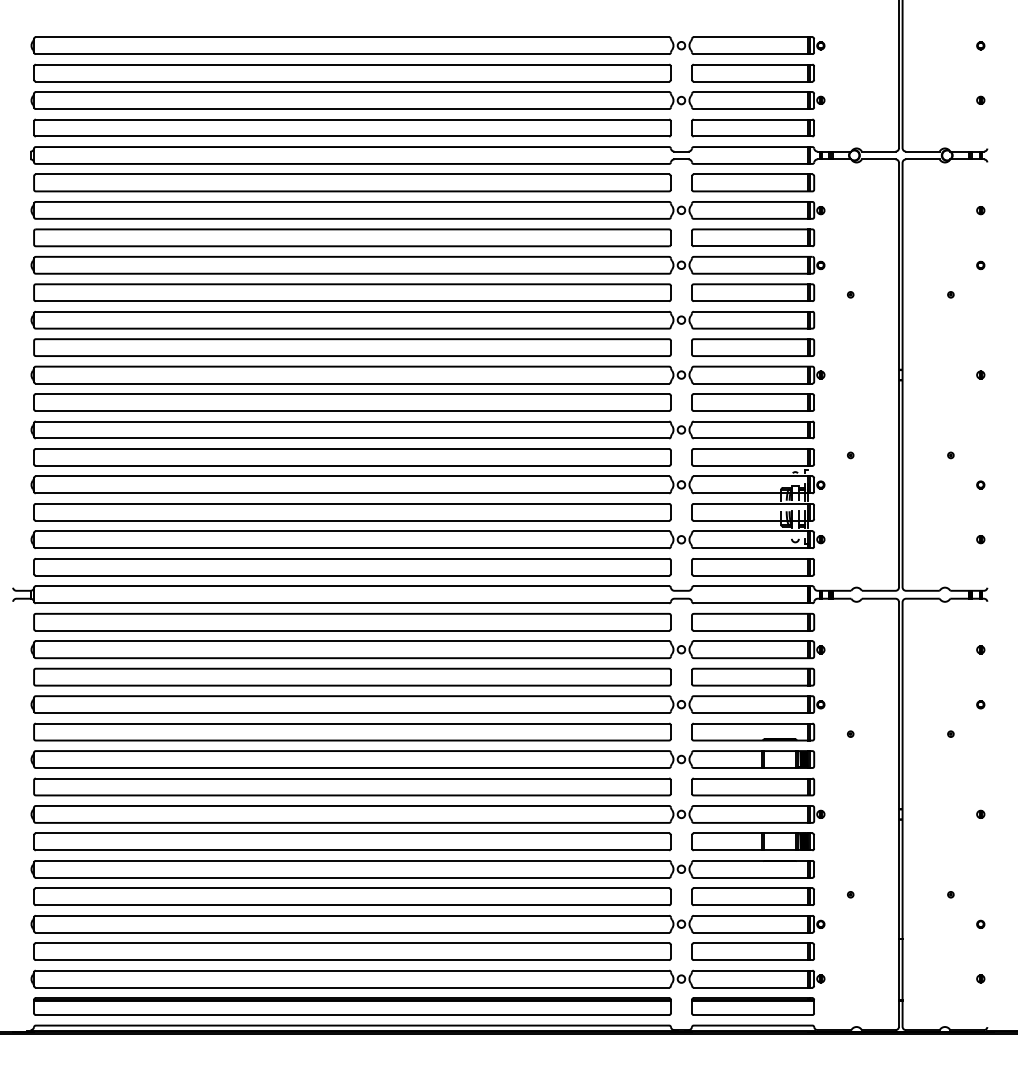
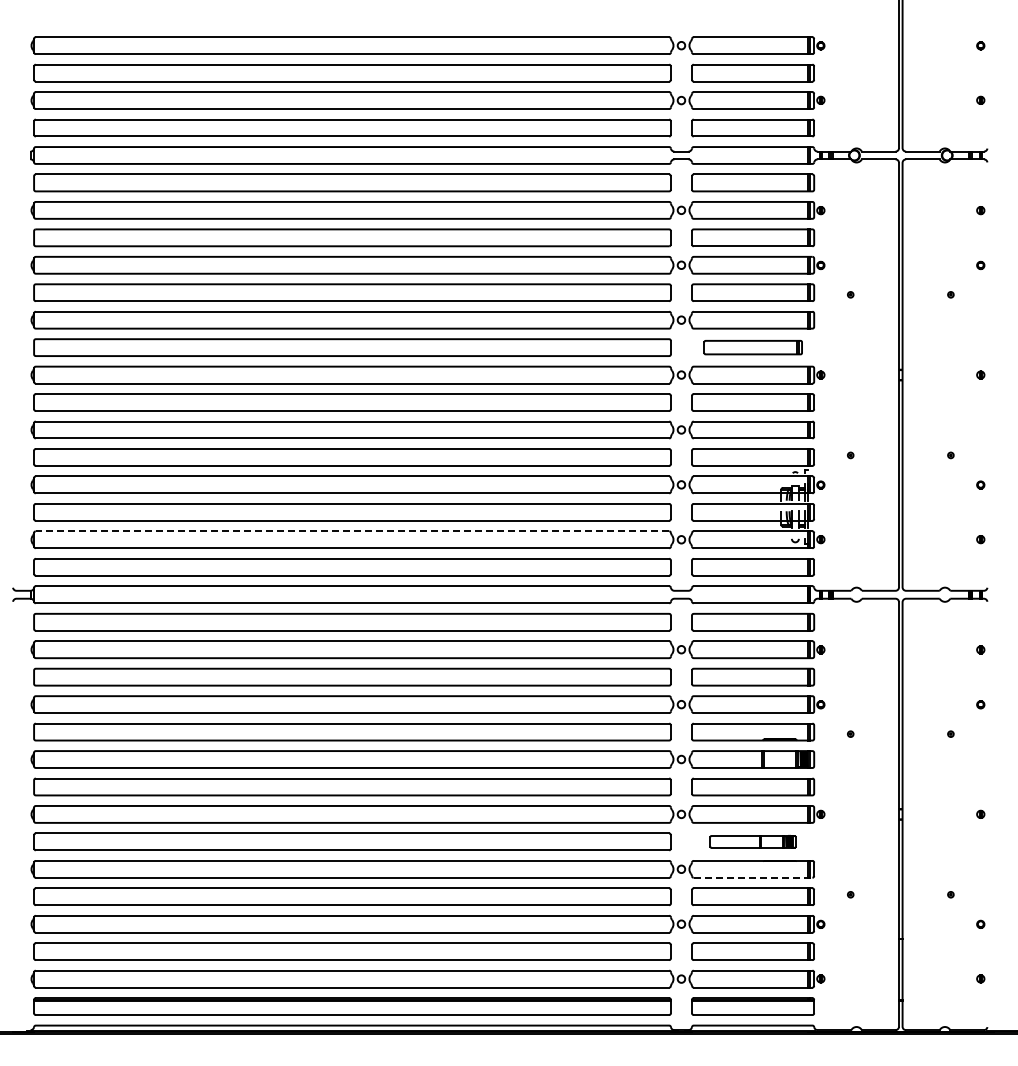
part at (753, 347) size: 125x19 px -> 100x16 px
line at (352, 531): solid -> dashed
part at (752, 841) size: 124x20 px -> 88x14 px
line at (753, 877): solid -> dashed
